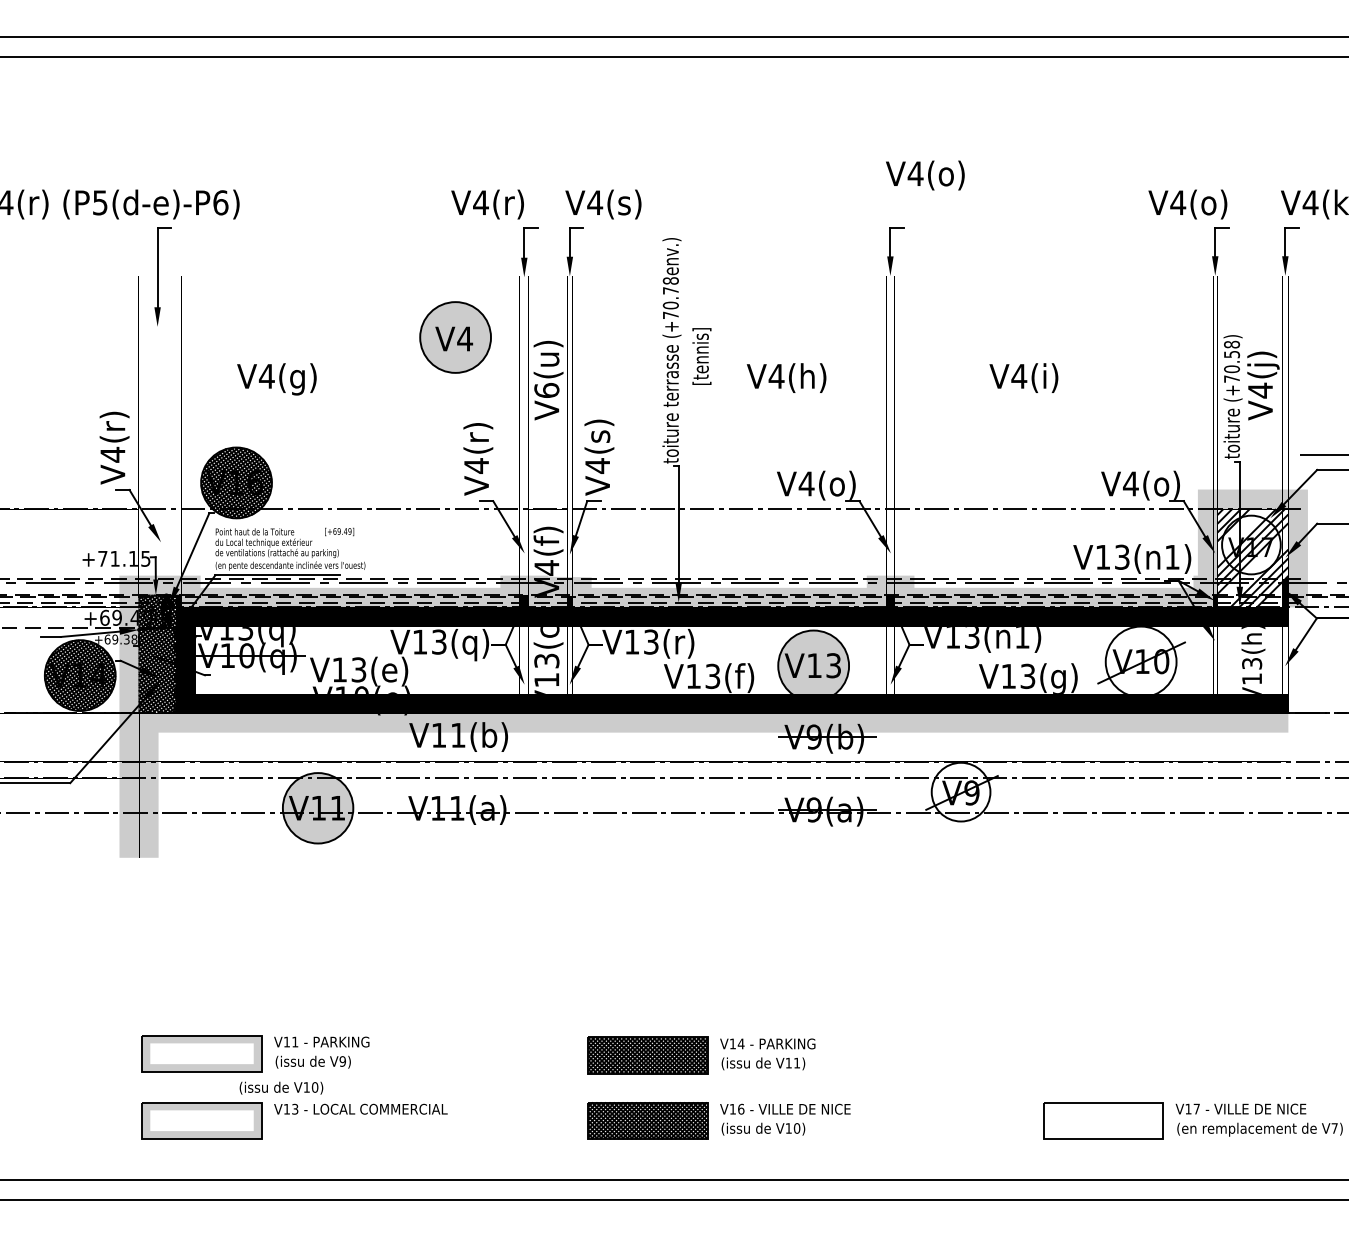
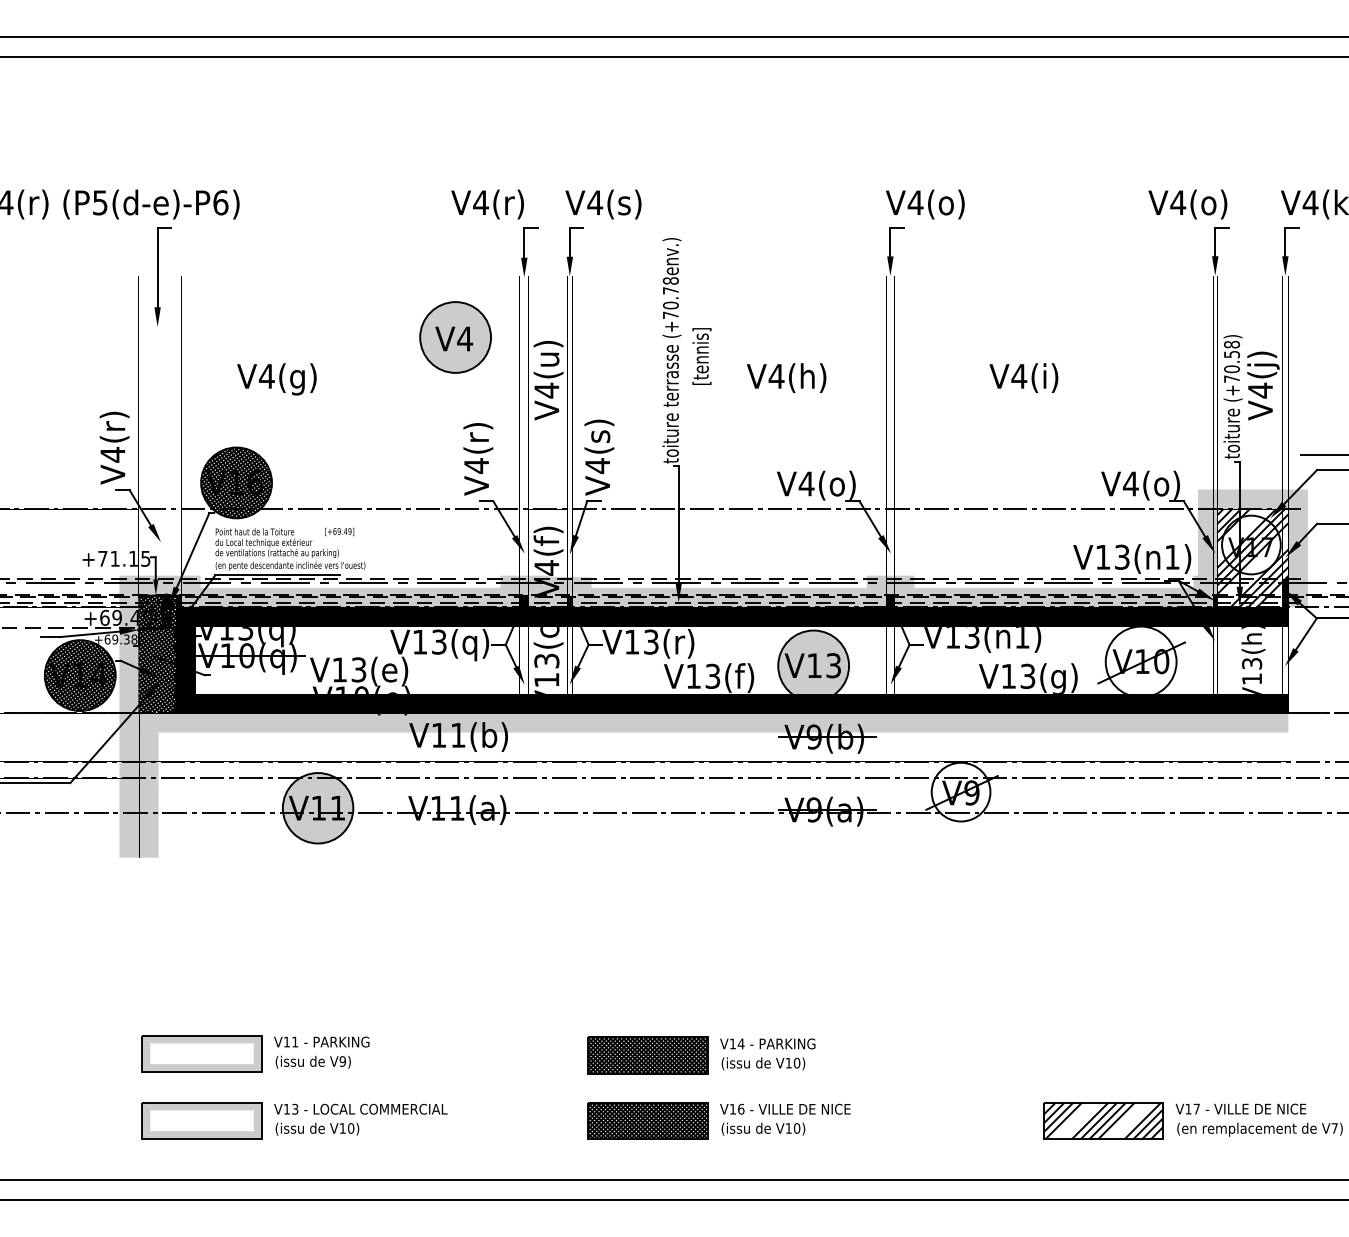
text at (925, 175) position: (925, 175) -> (925, 204)
text at (546, 390): V6(u) -> V4(u)
text at (796, 1062): V11) -> V10)
text at (281, 1087) position: (281, 1087) -> (317, 1128)
hatch at (1103, 1120): none -> present
